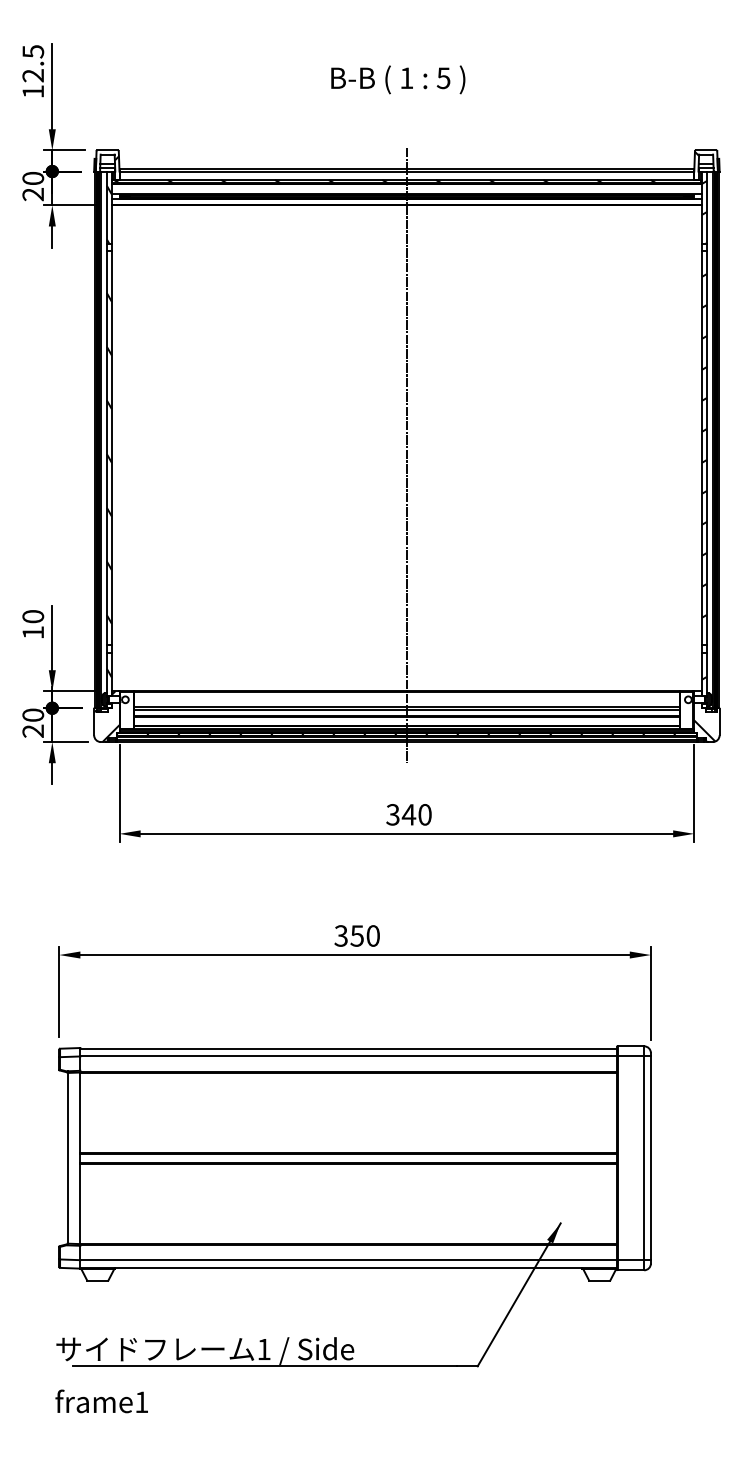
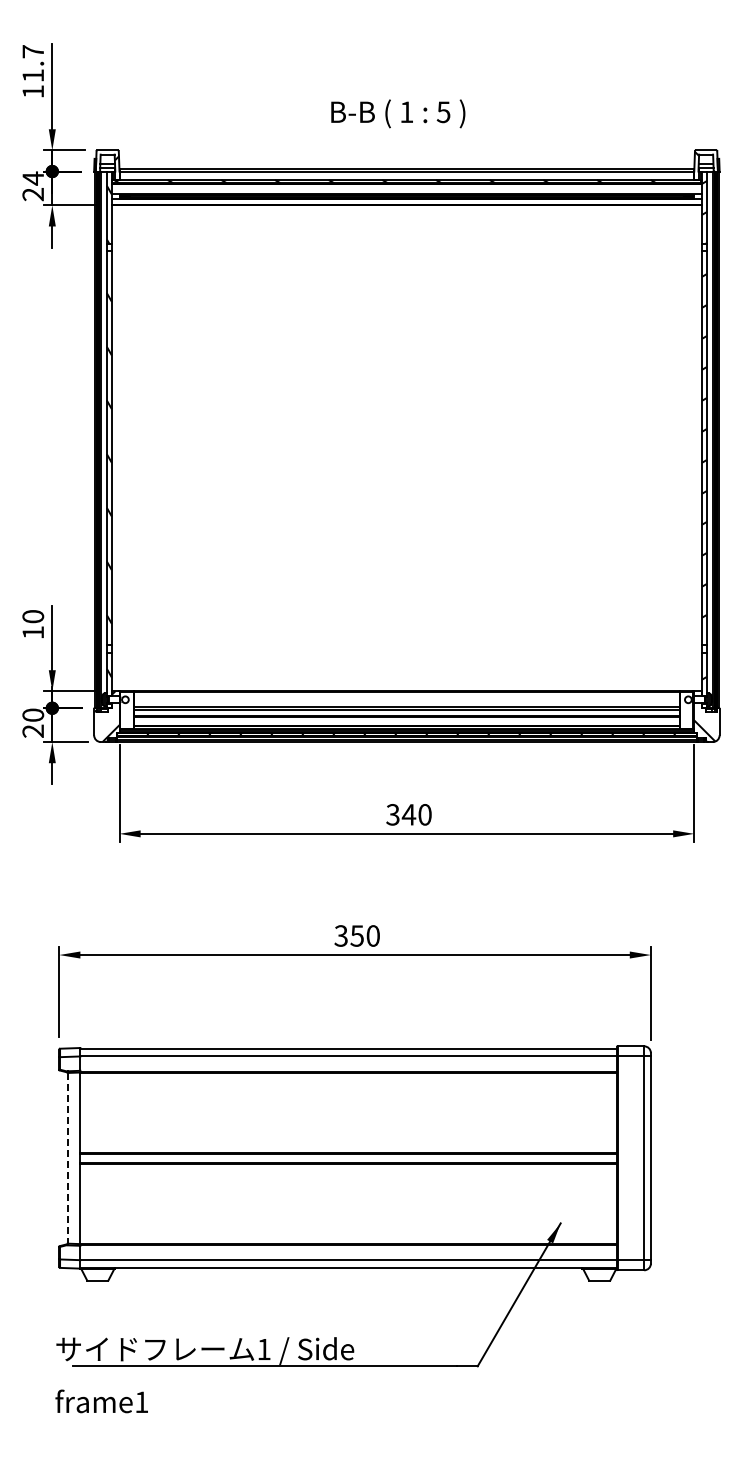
text at (33, 63): 12.5 -> 11.7
text at (398, 79) position: (398, 79) -> (398, 113)
text at (33, 178): 20 -> 24
line at (406, 455): present -> none
line at (67, 1158): solid -> dashed
